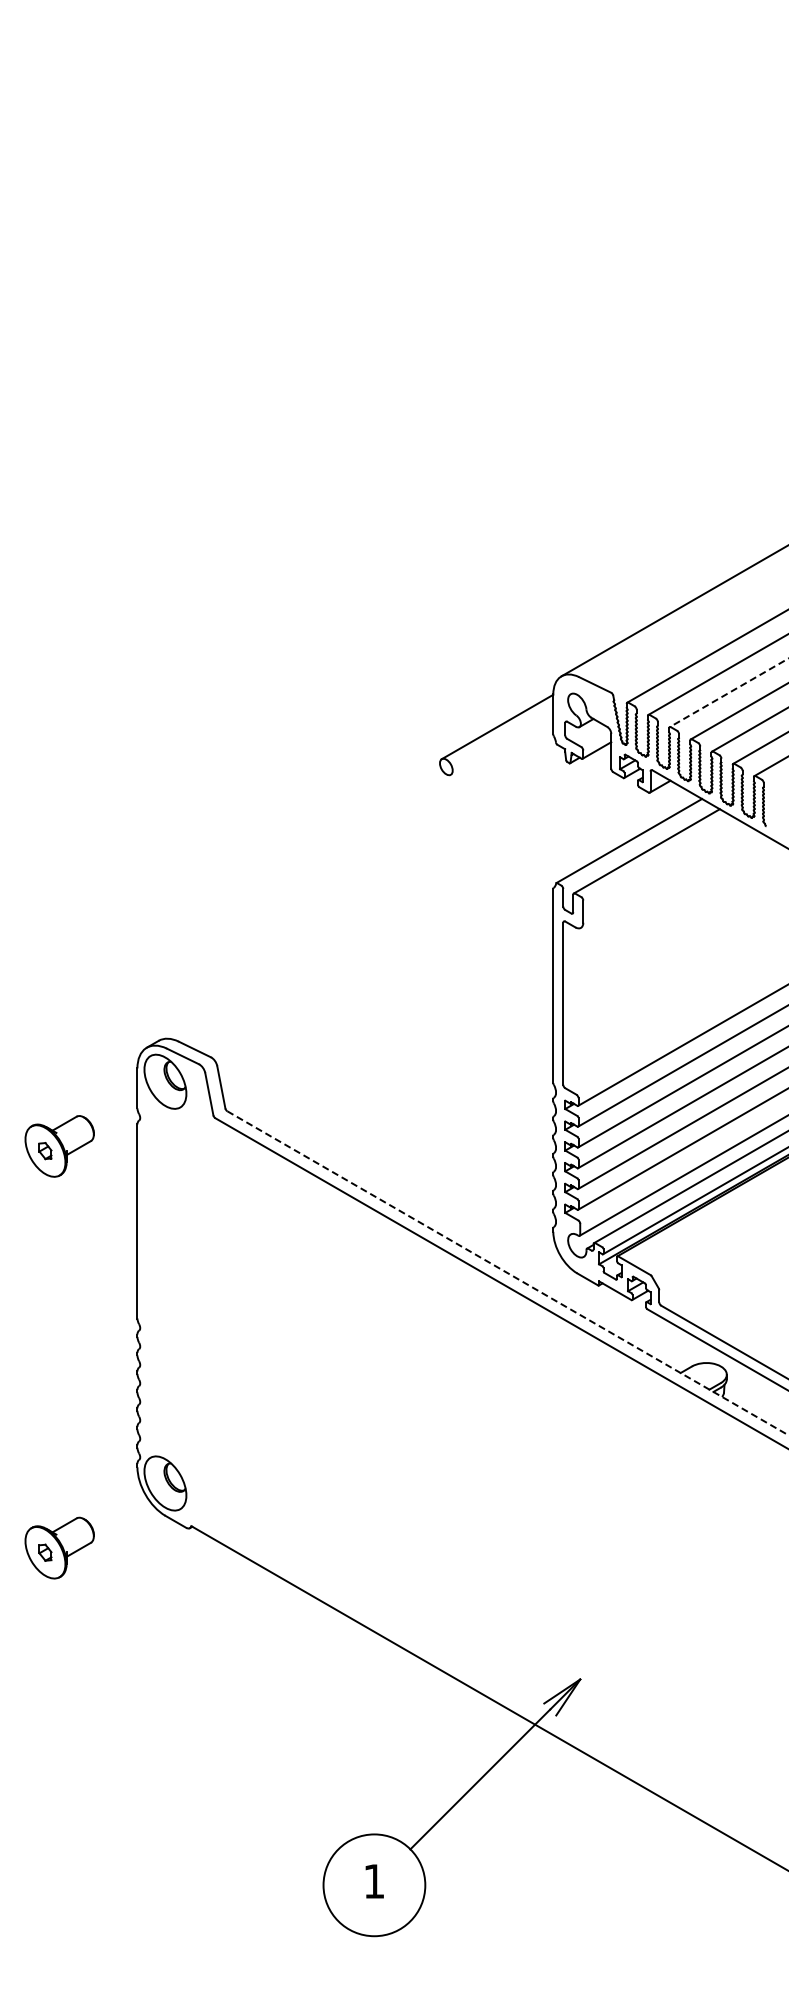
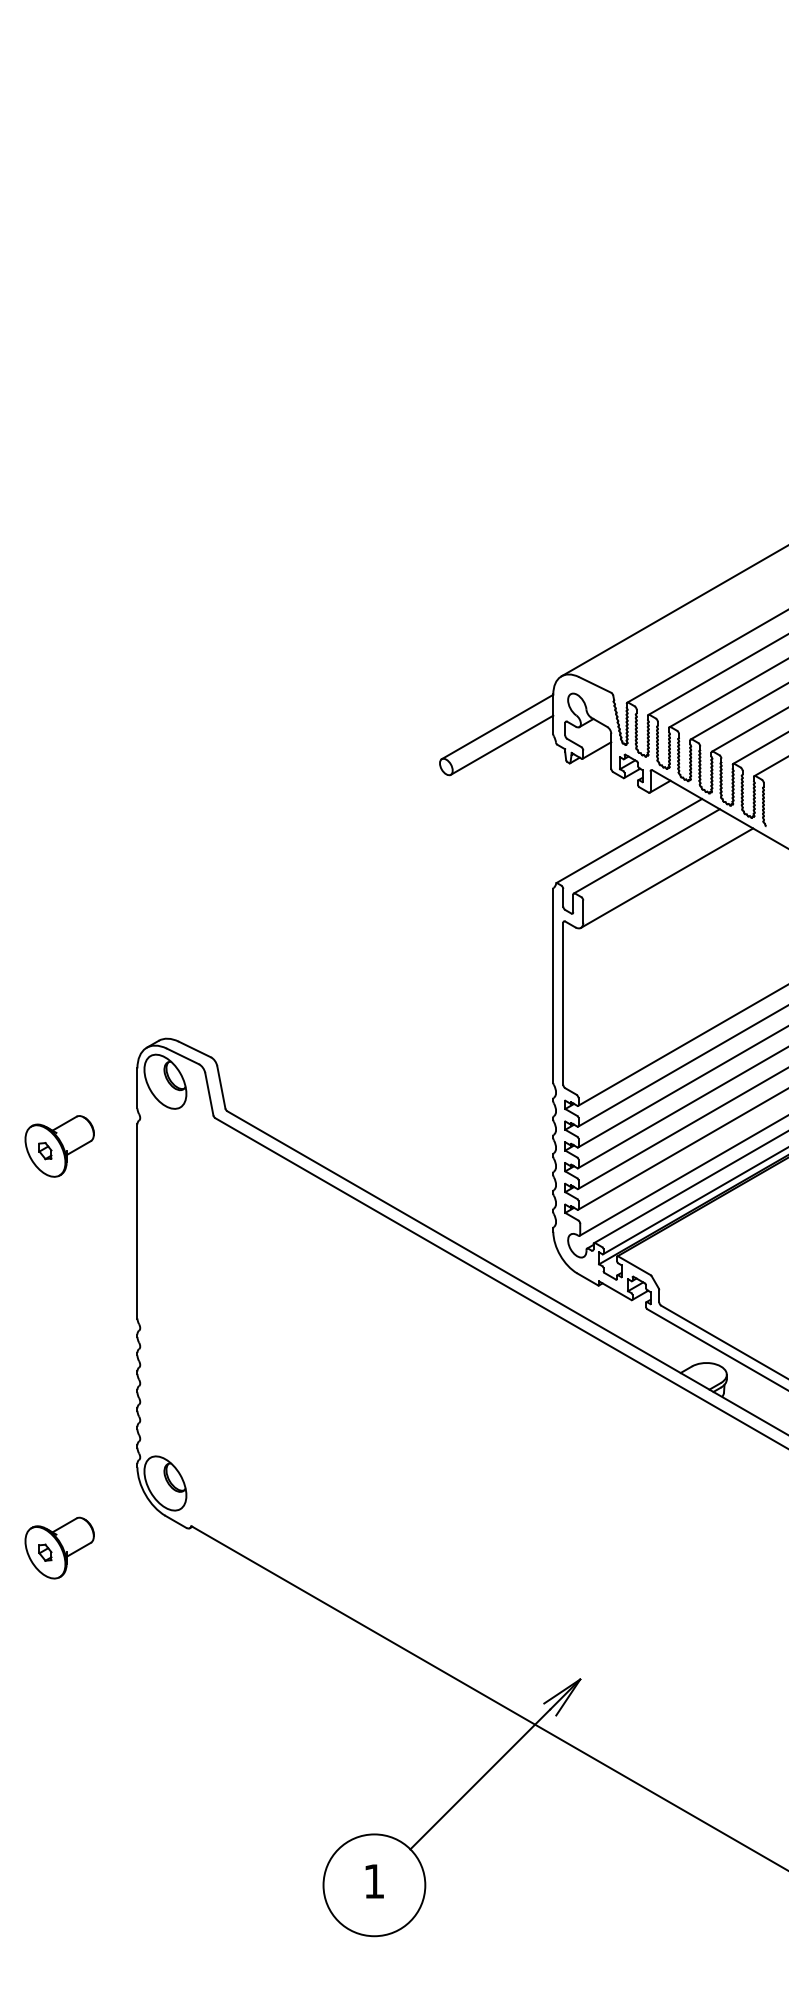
line at (728, 693): dashed -> solid
line at (501, 744): none -> present
line at (666, 877): none -> present
line at (507, 1273): dashed -> solid
